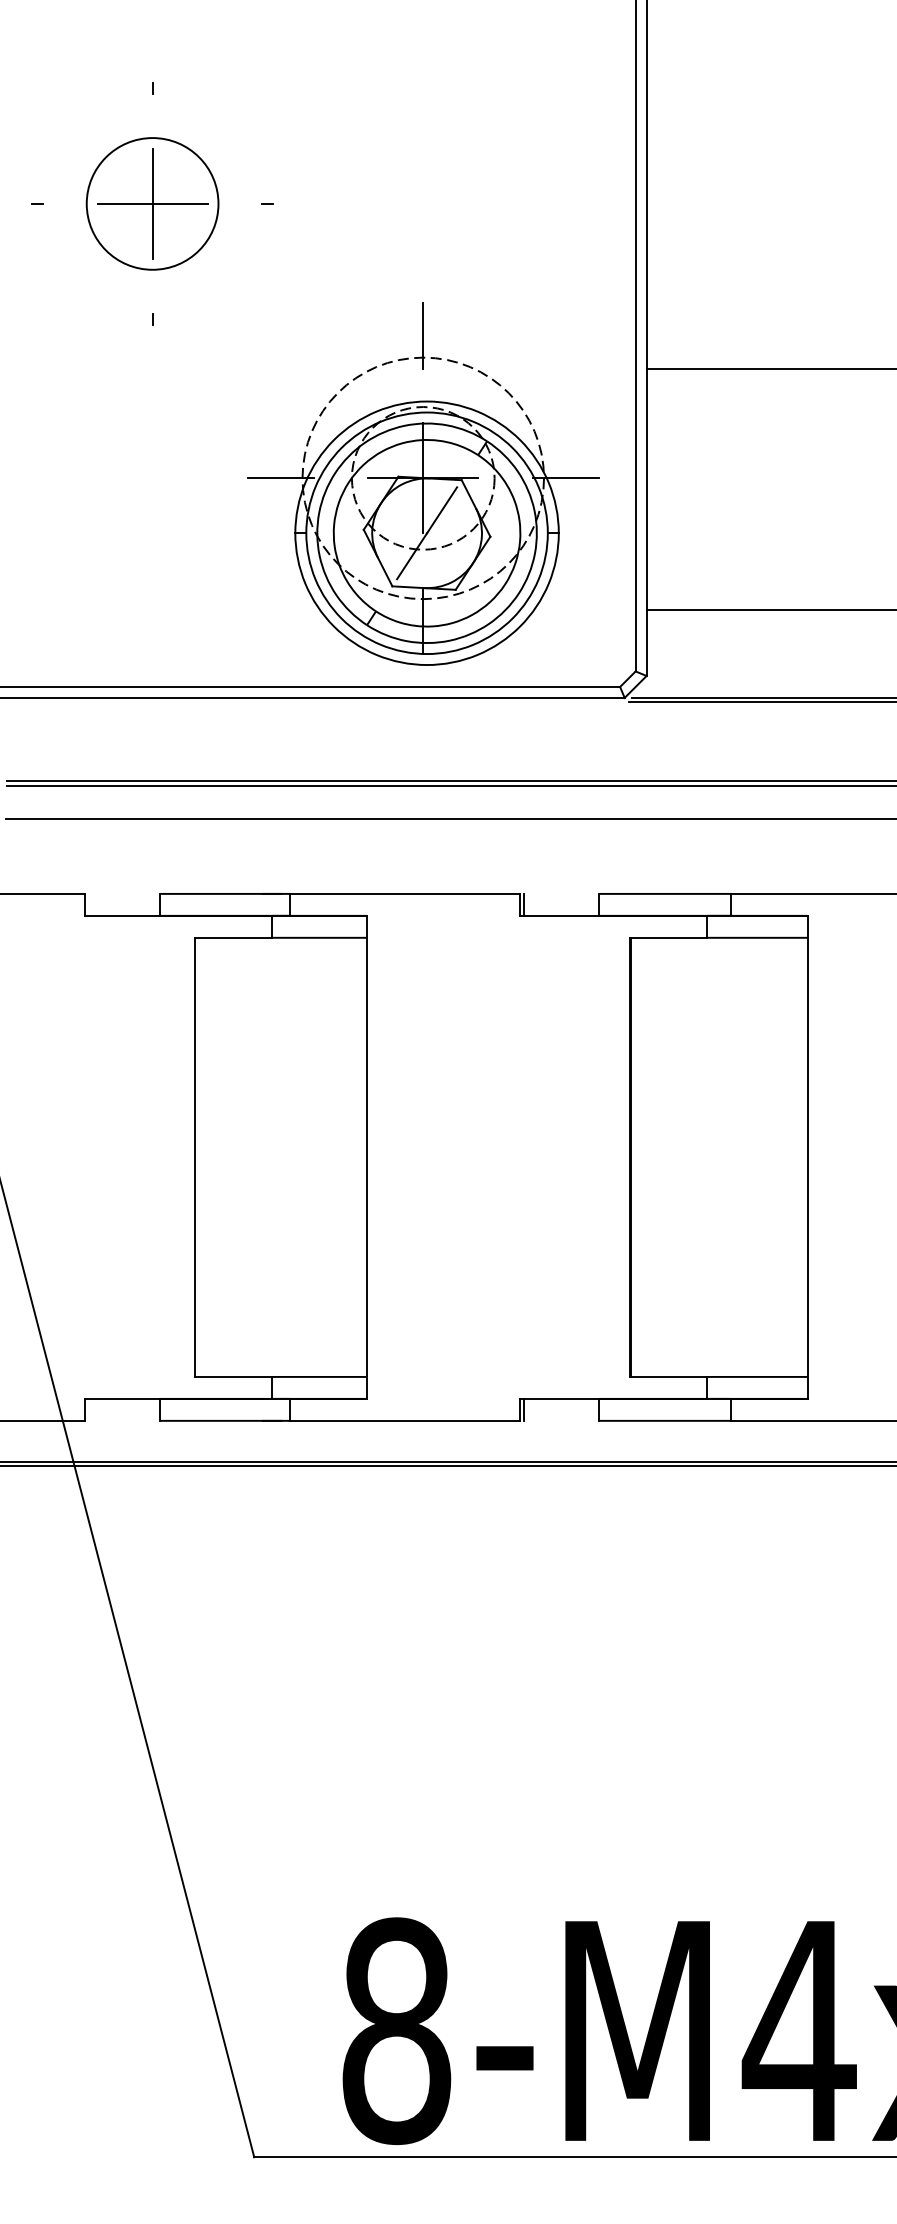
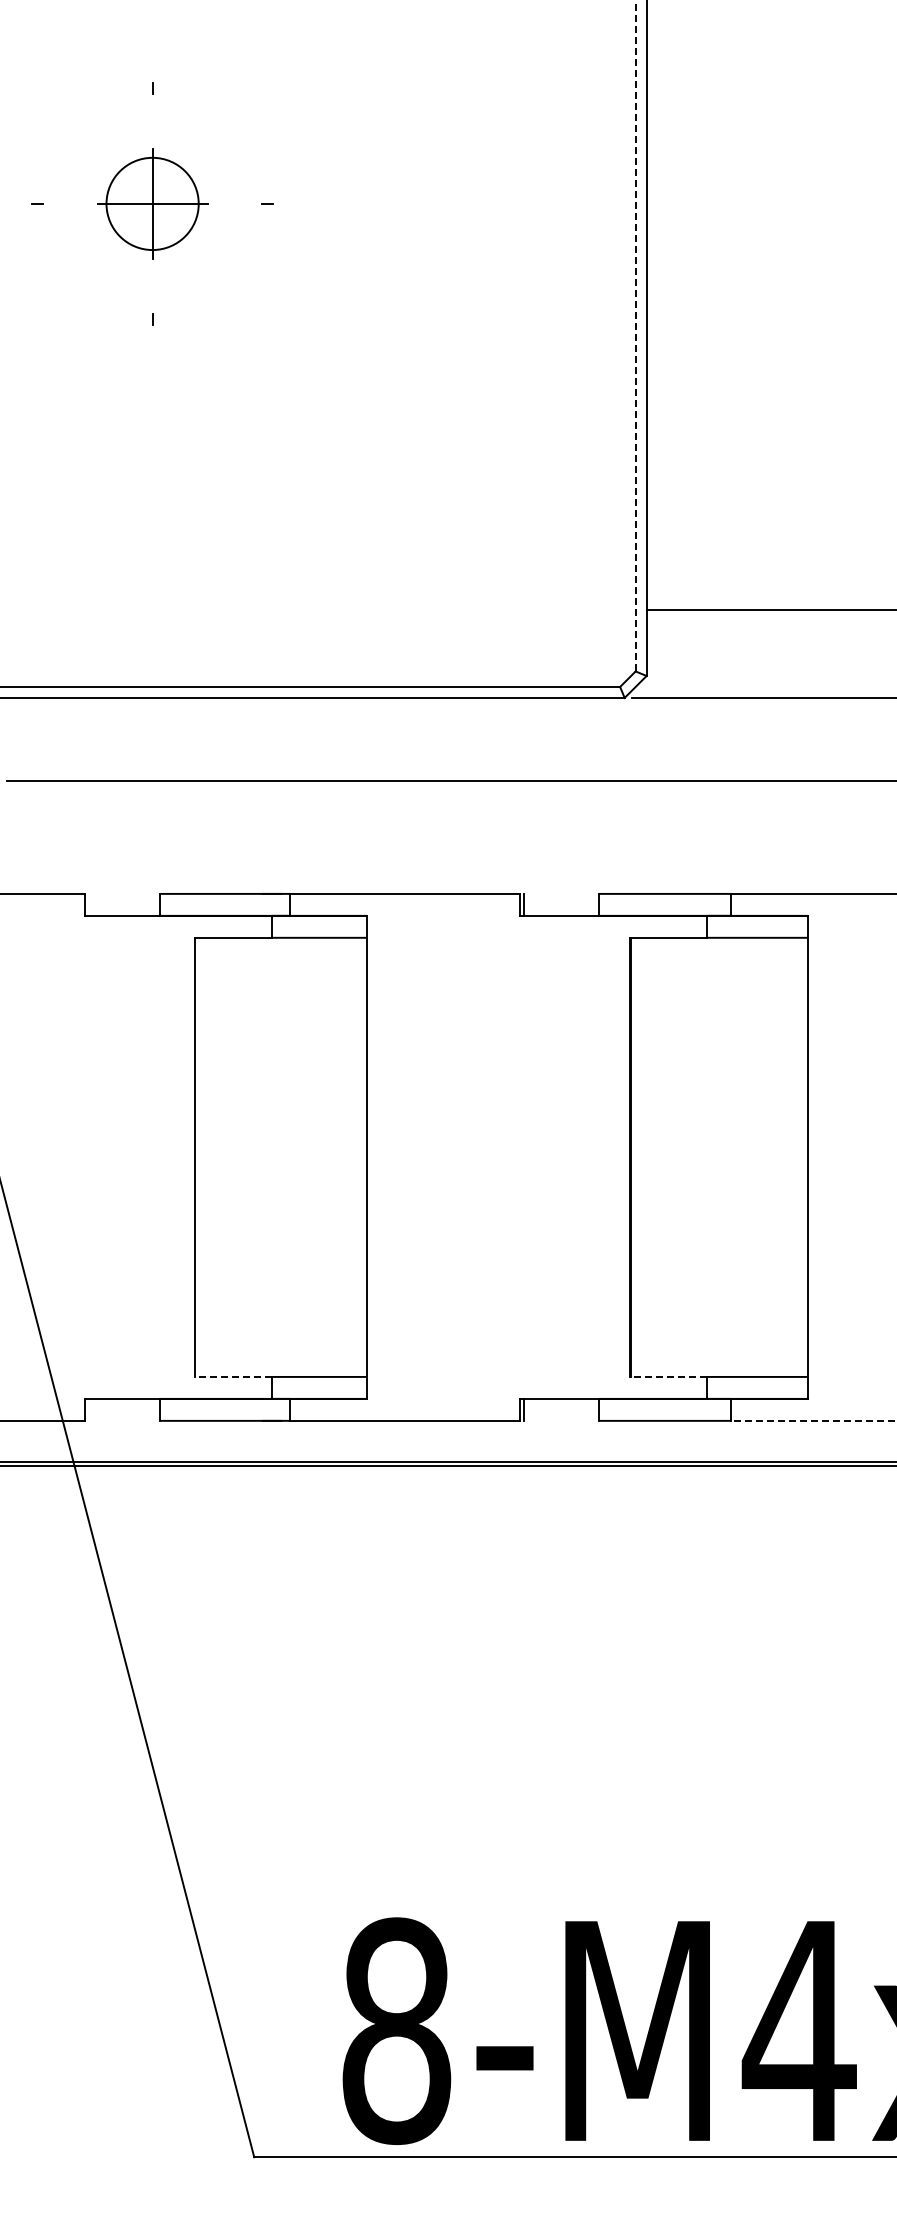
circle at (152, 203) diameter: 132 px -> 92 px
line at (635, 335): solid -> dashed
line at (769, 368): present -> none
part at (423, 483): present -> none
line at (760, 702): present -> none
line at (449, 785): present -> none
line at (449, 818): present -> none
line at (233, 1376): solid -> dashed
line at (668, 1376): solid -> dashed
line at (813, 1420): solid -> dashed
